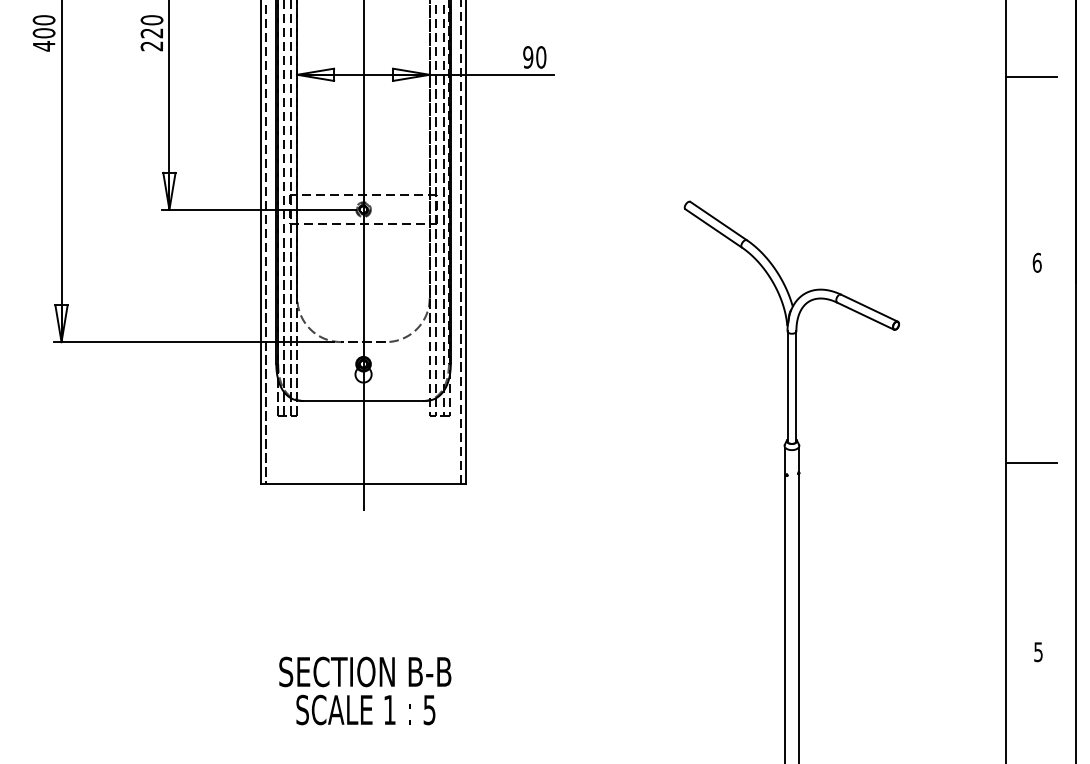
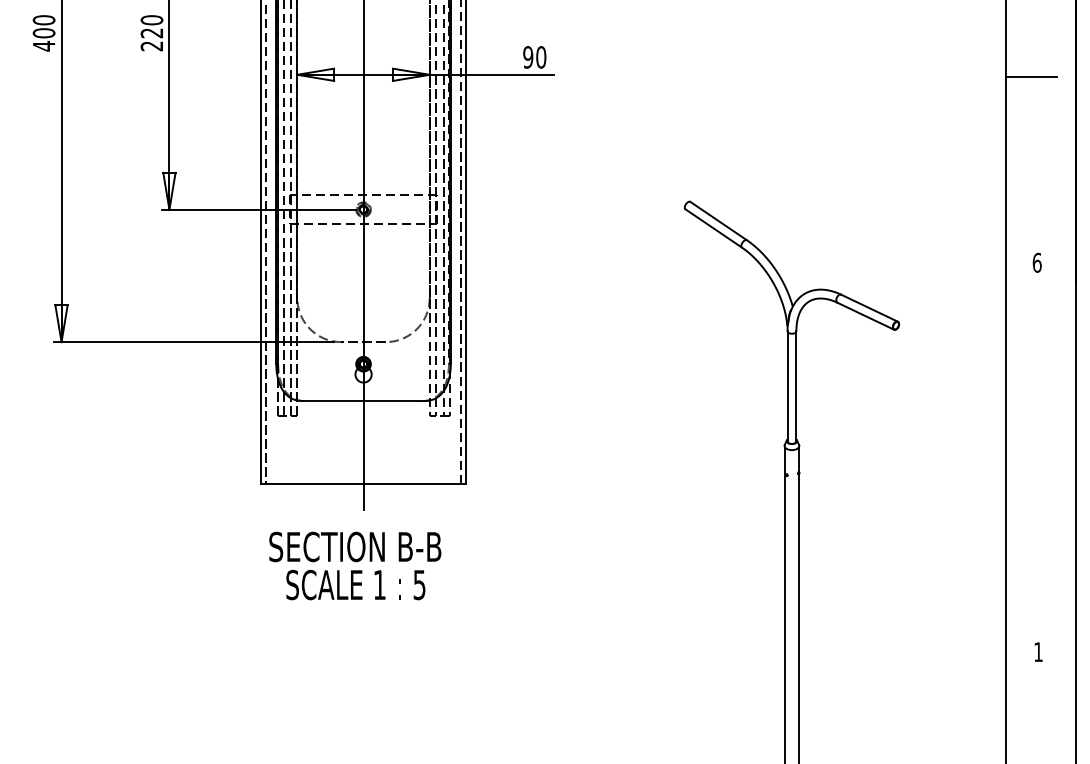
line at (1031, 462): present -> none
text at (1038, 652): 5 -> 1
text at (365, 690) position: (365, 690) -> (355, 565)
